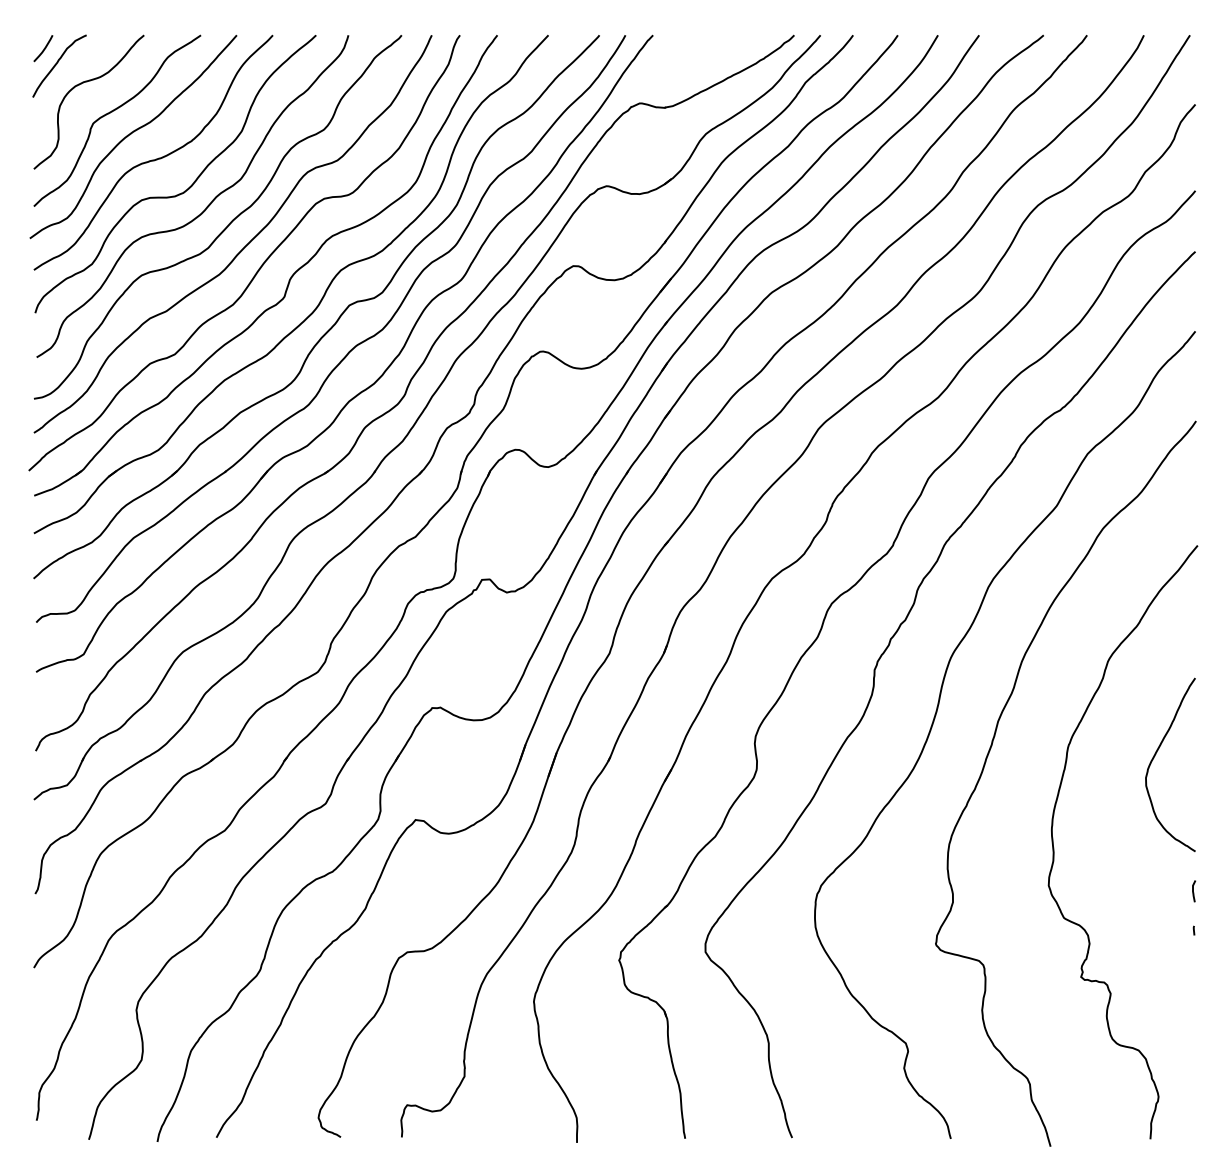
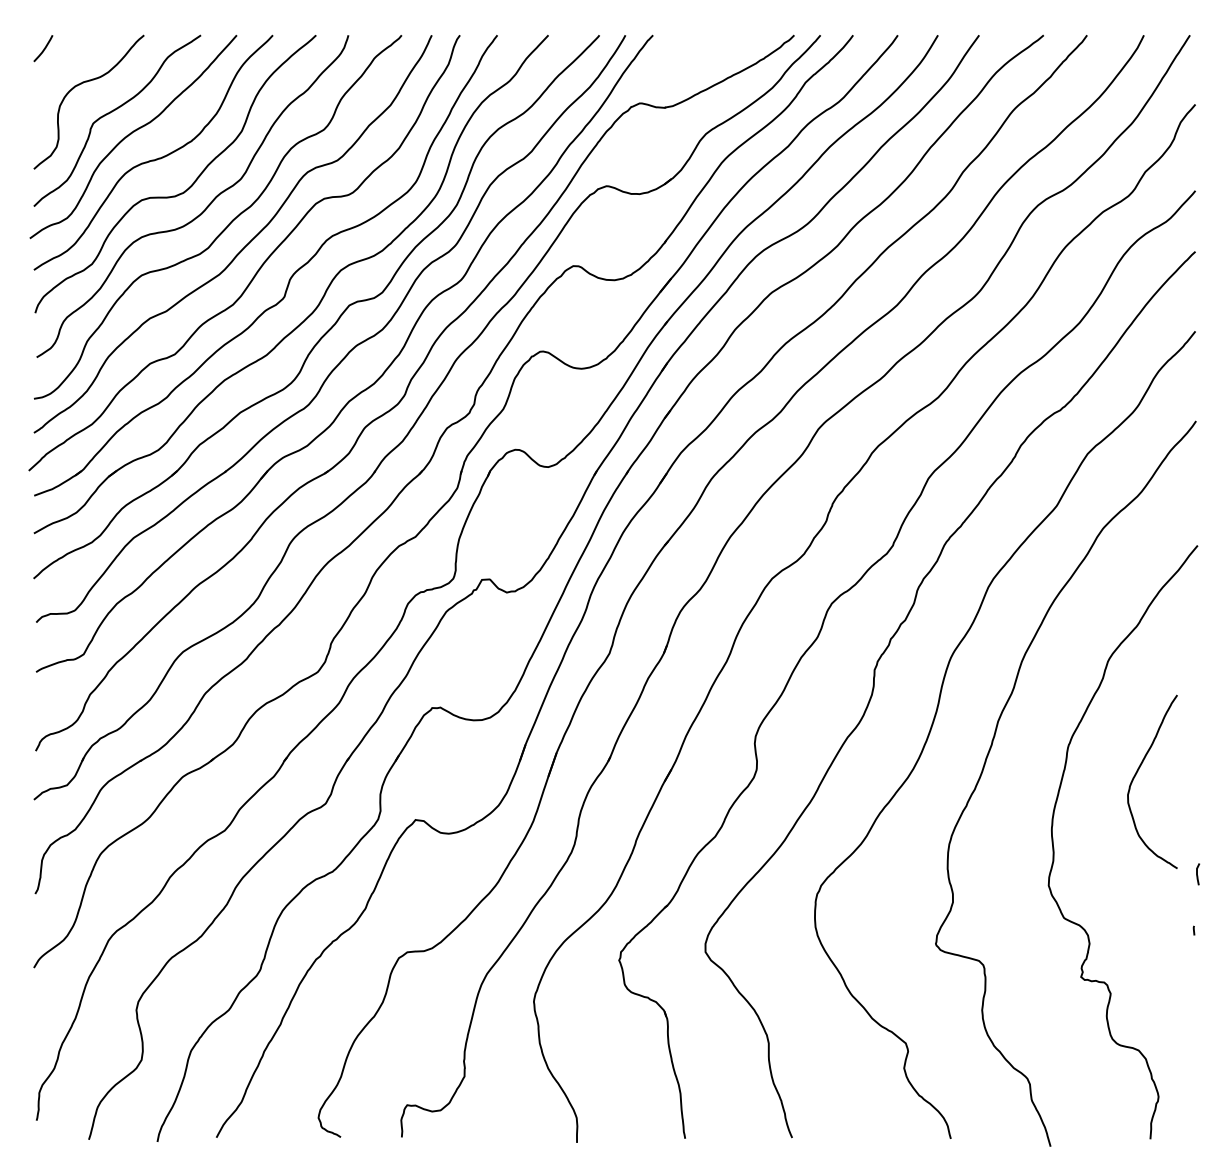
curve at (57, 64): present -> none
curve at (1155, 756) position: (1155, 756) -> (1137, 773)
curve at (1193, 891) position: (1193, 891) -> (1197, 874)
